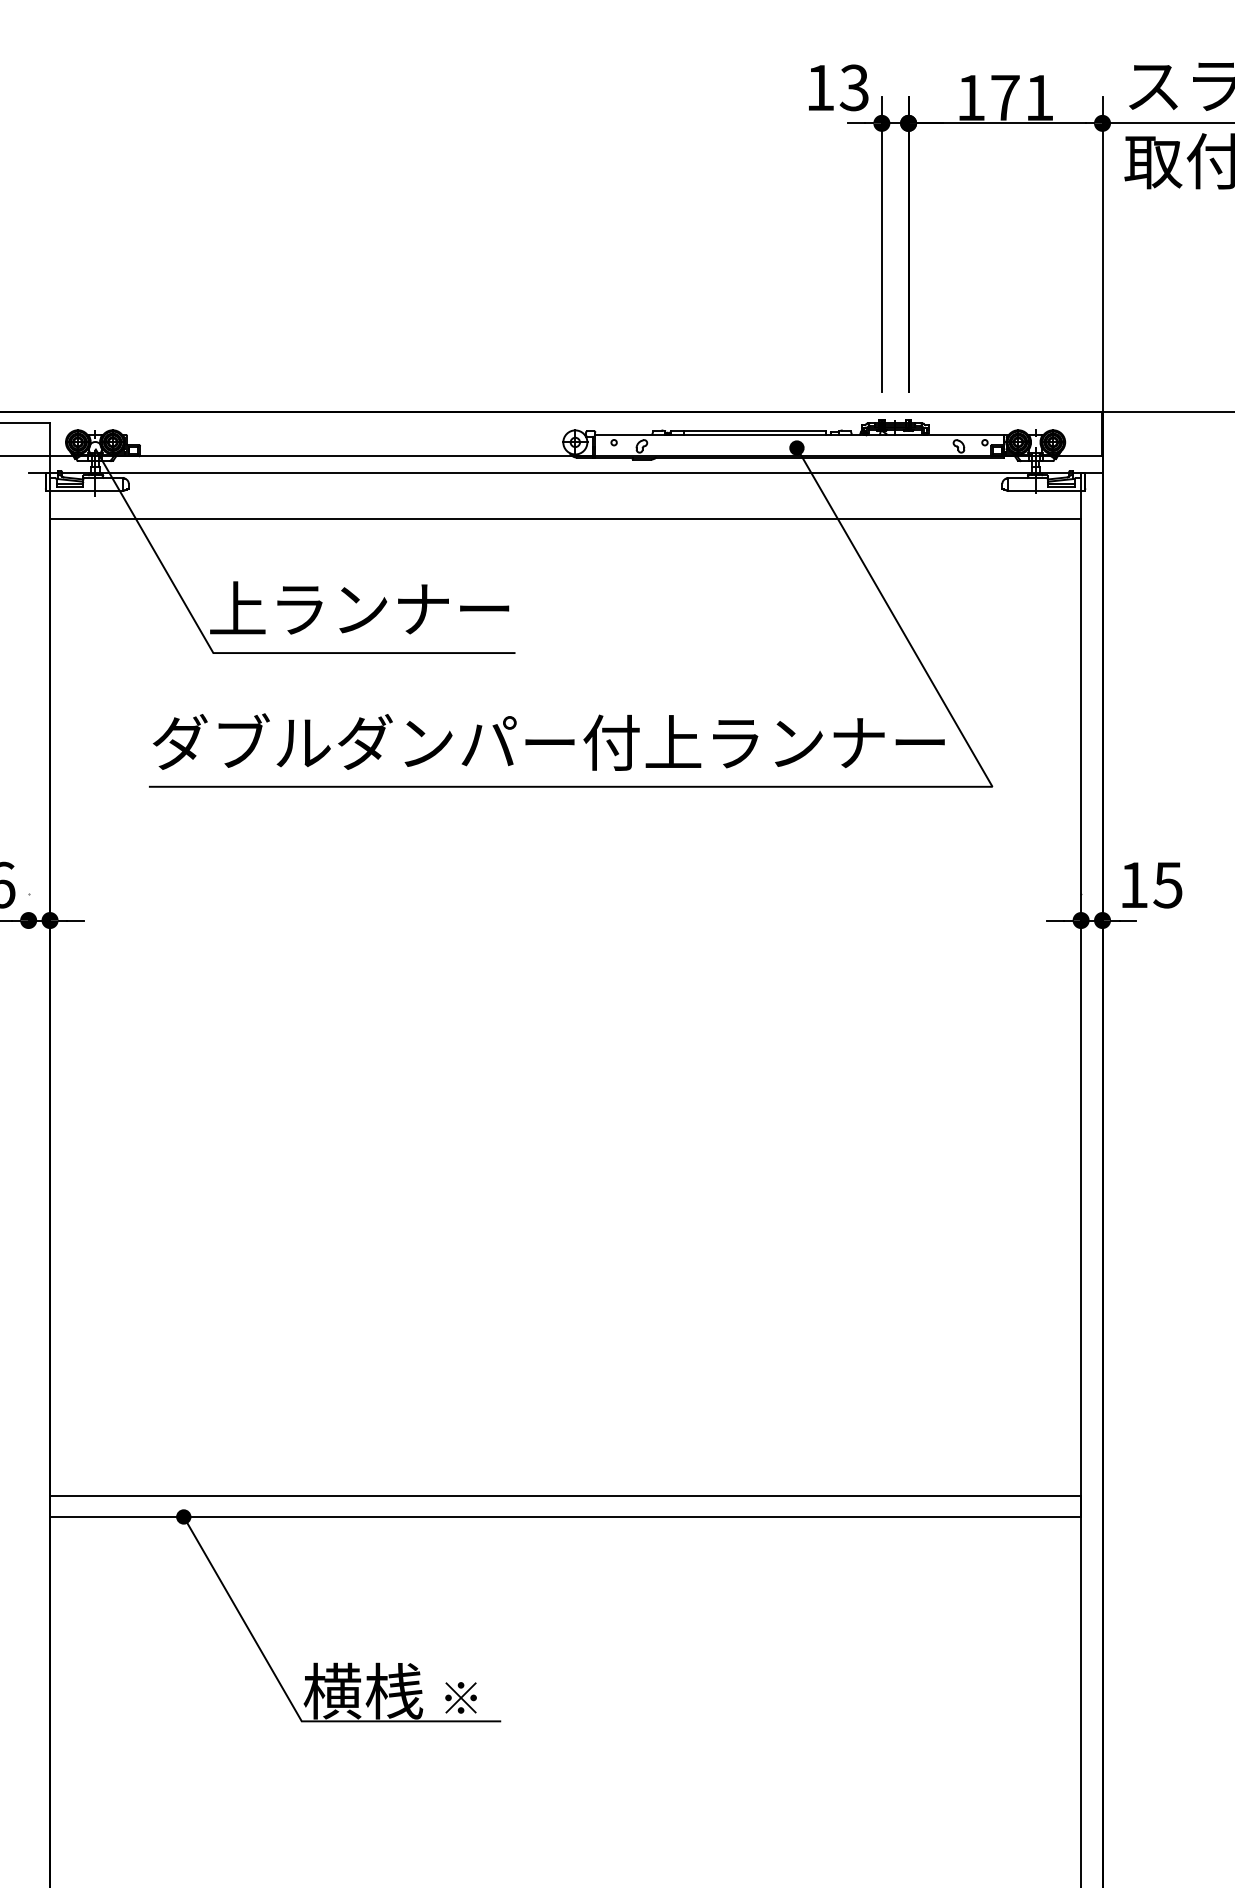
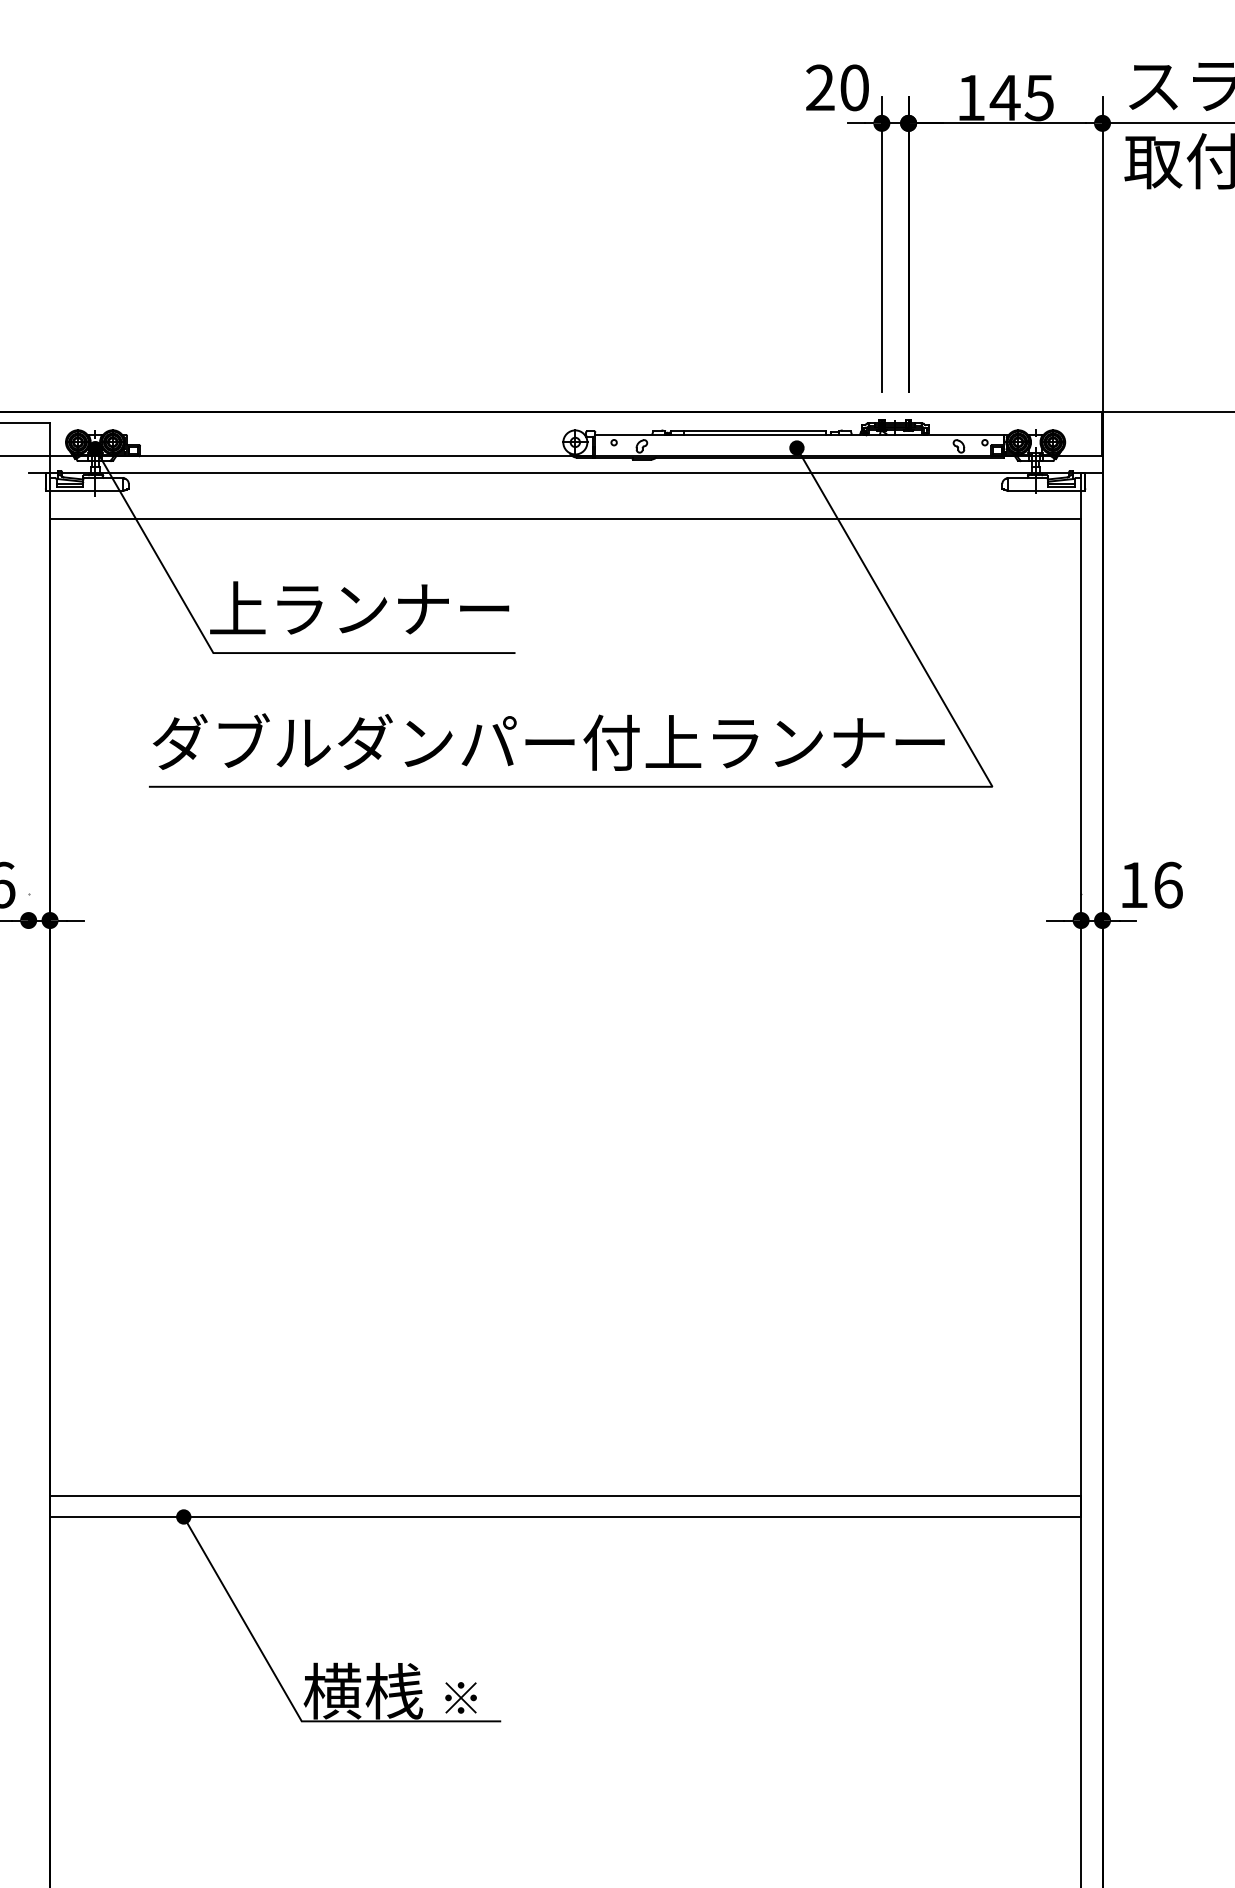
text at (837, 87): 13 -> 20
text at (1021, 98): 171 -> 145
fill at (95, 448): none -> present
text at (1167, 884): 15 -> 16
